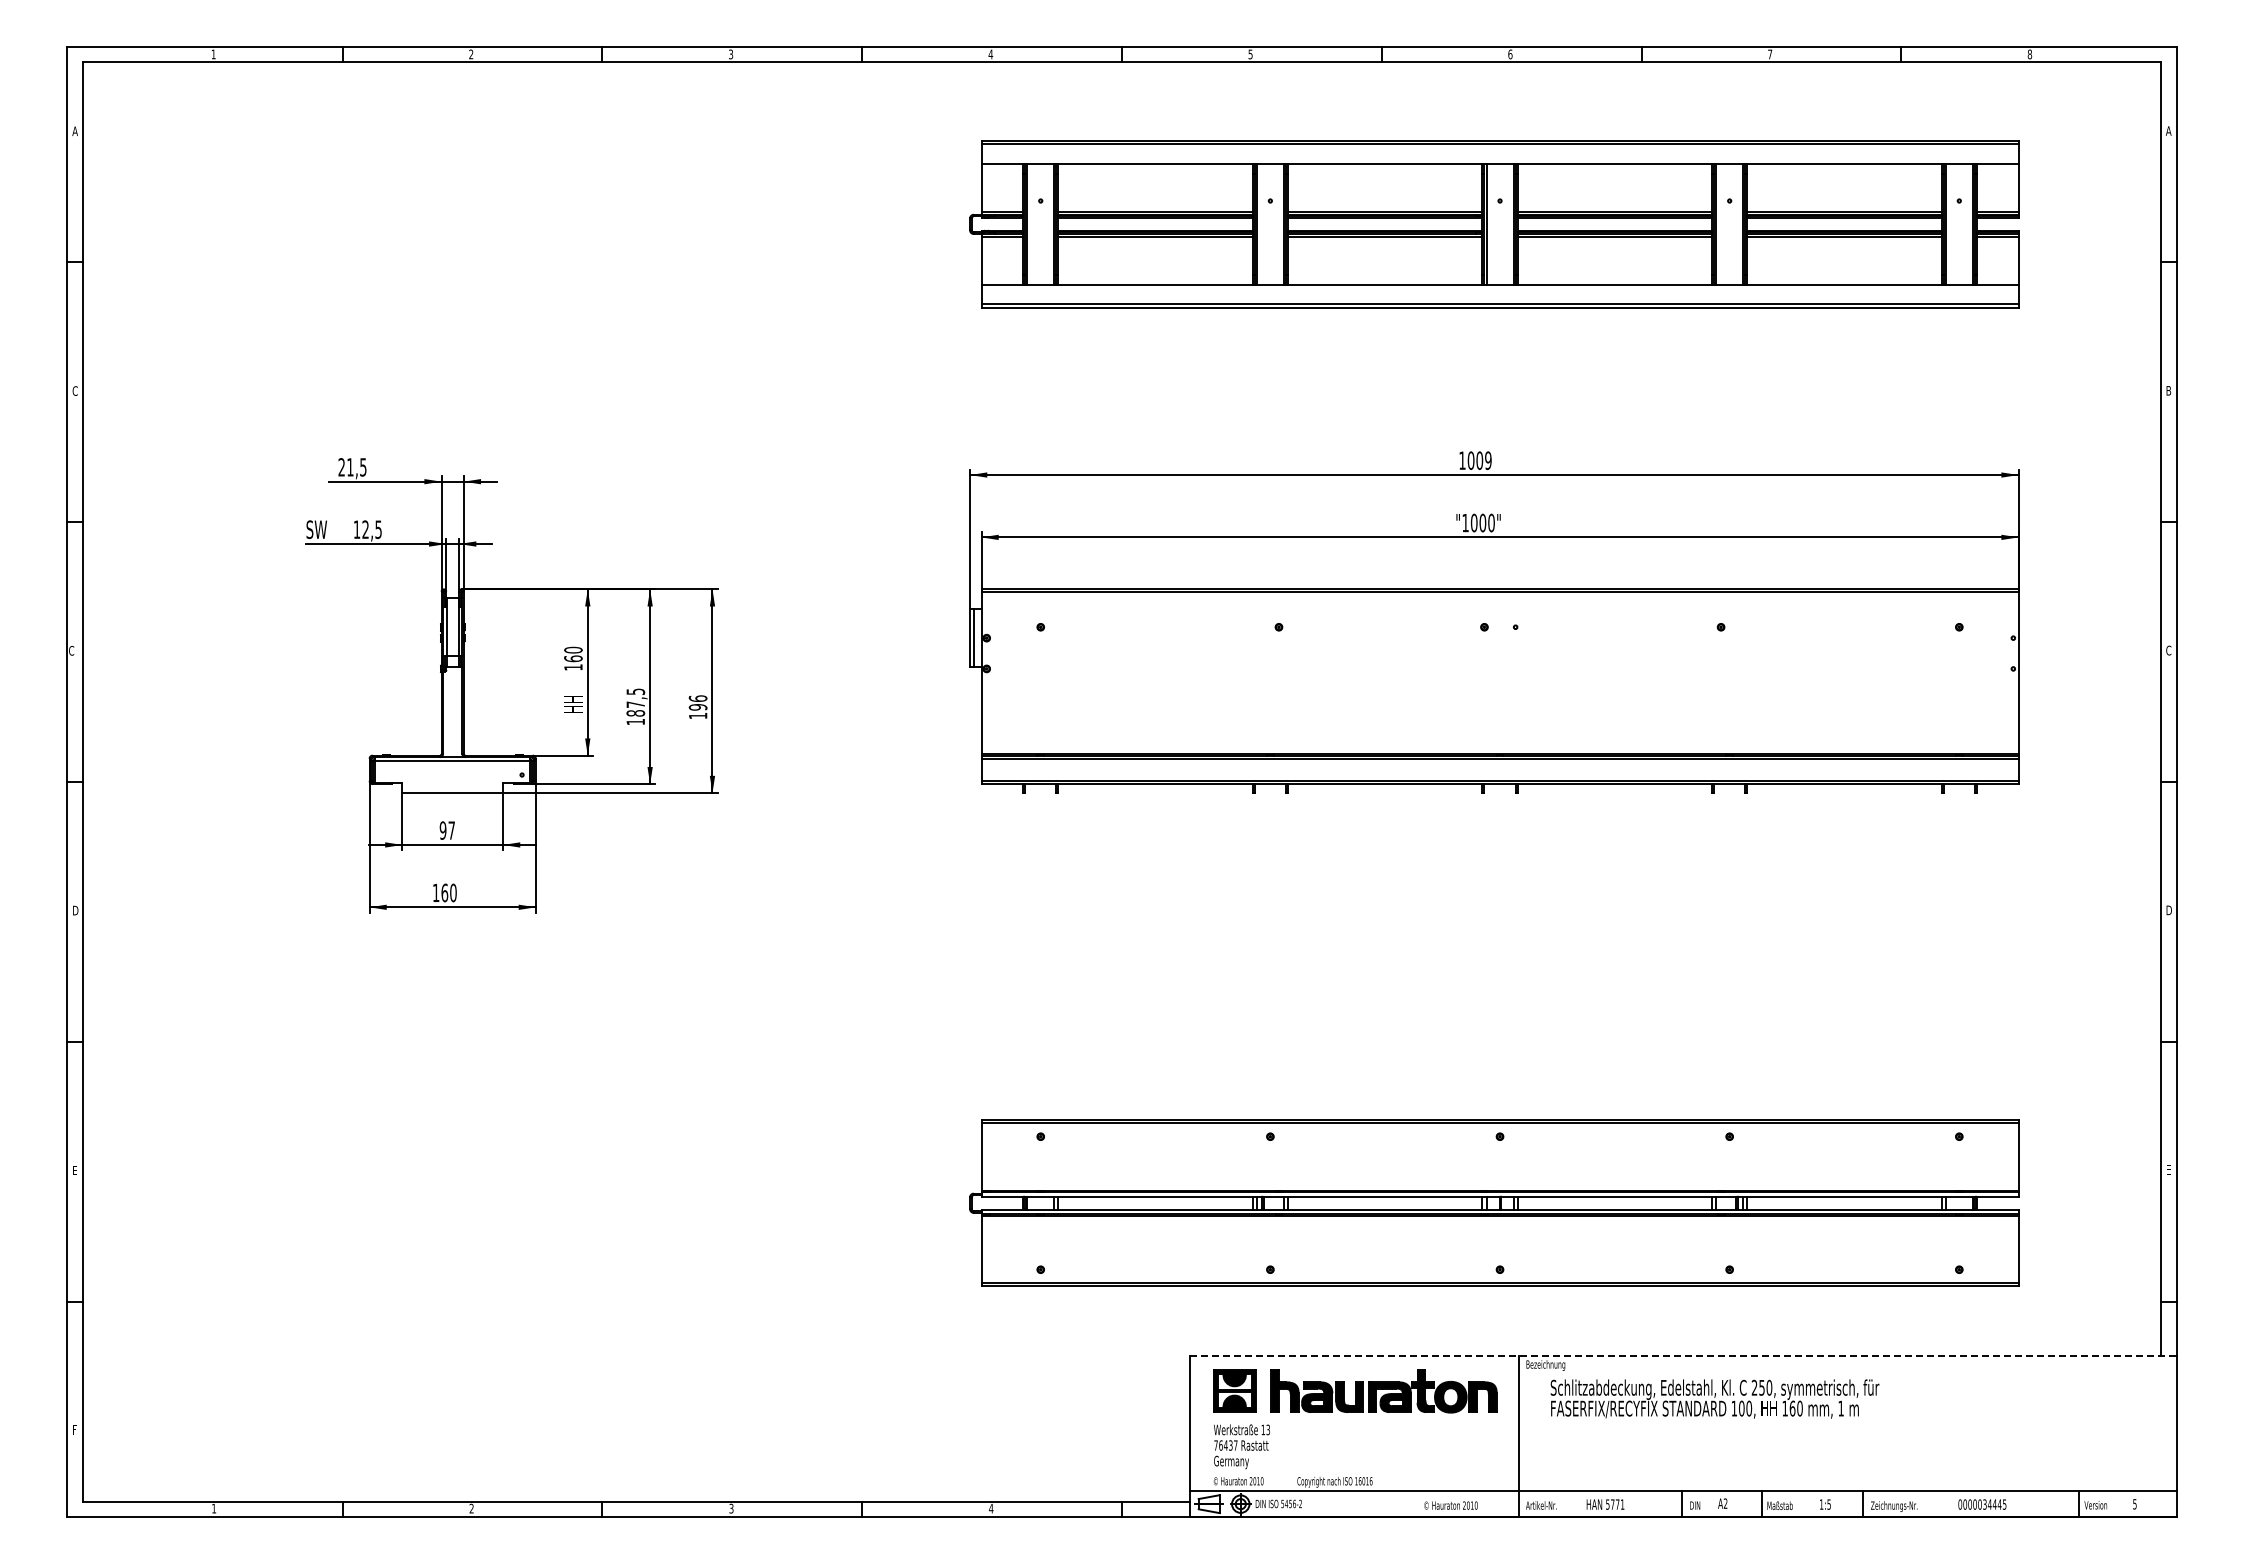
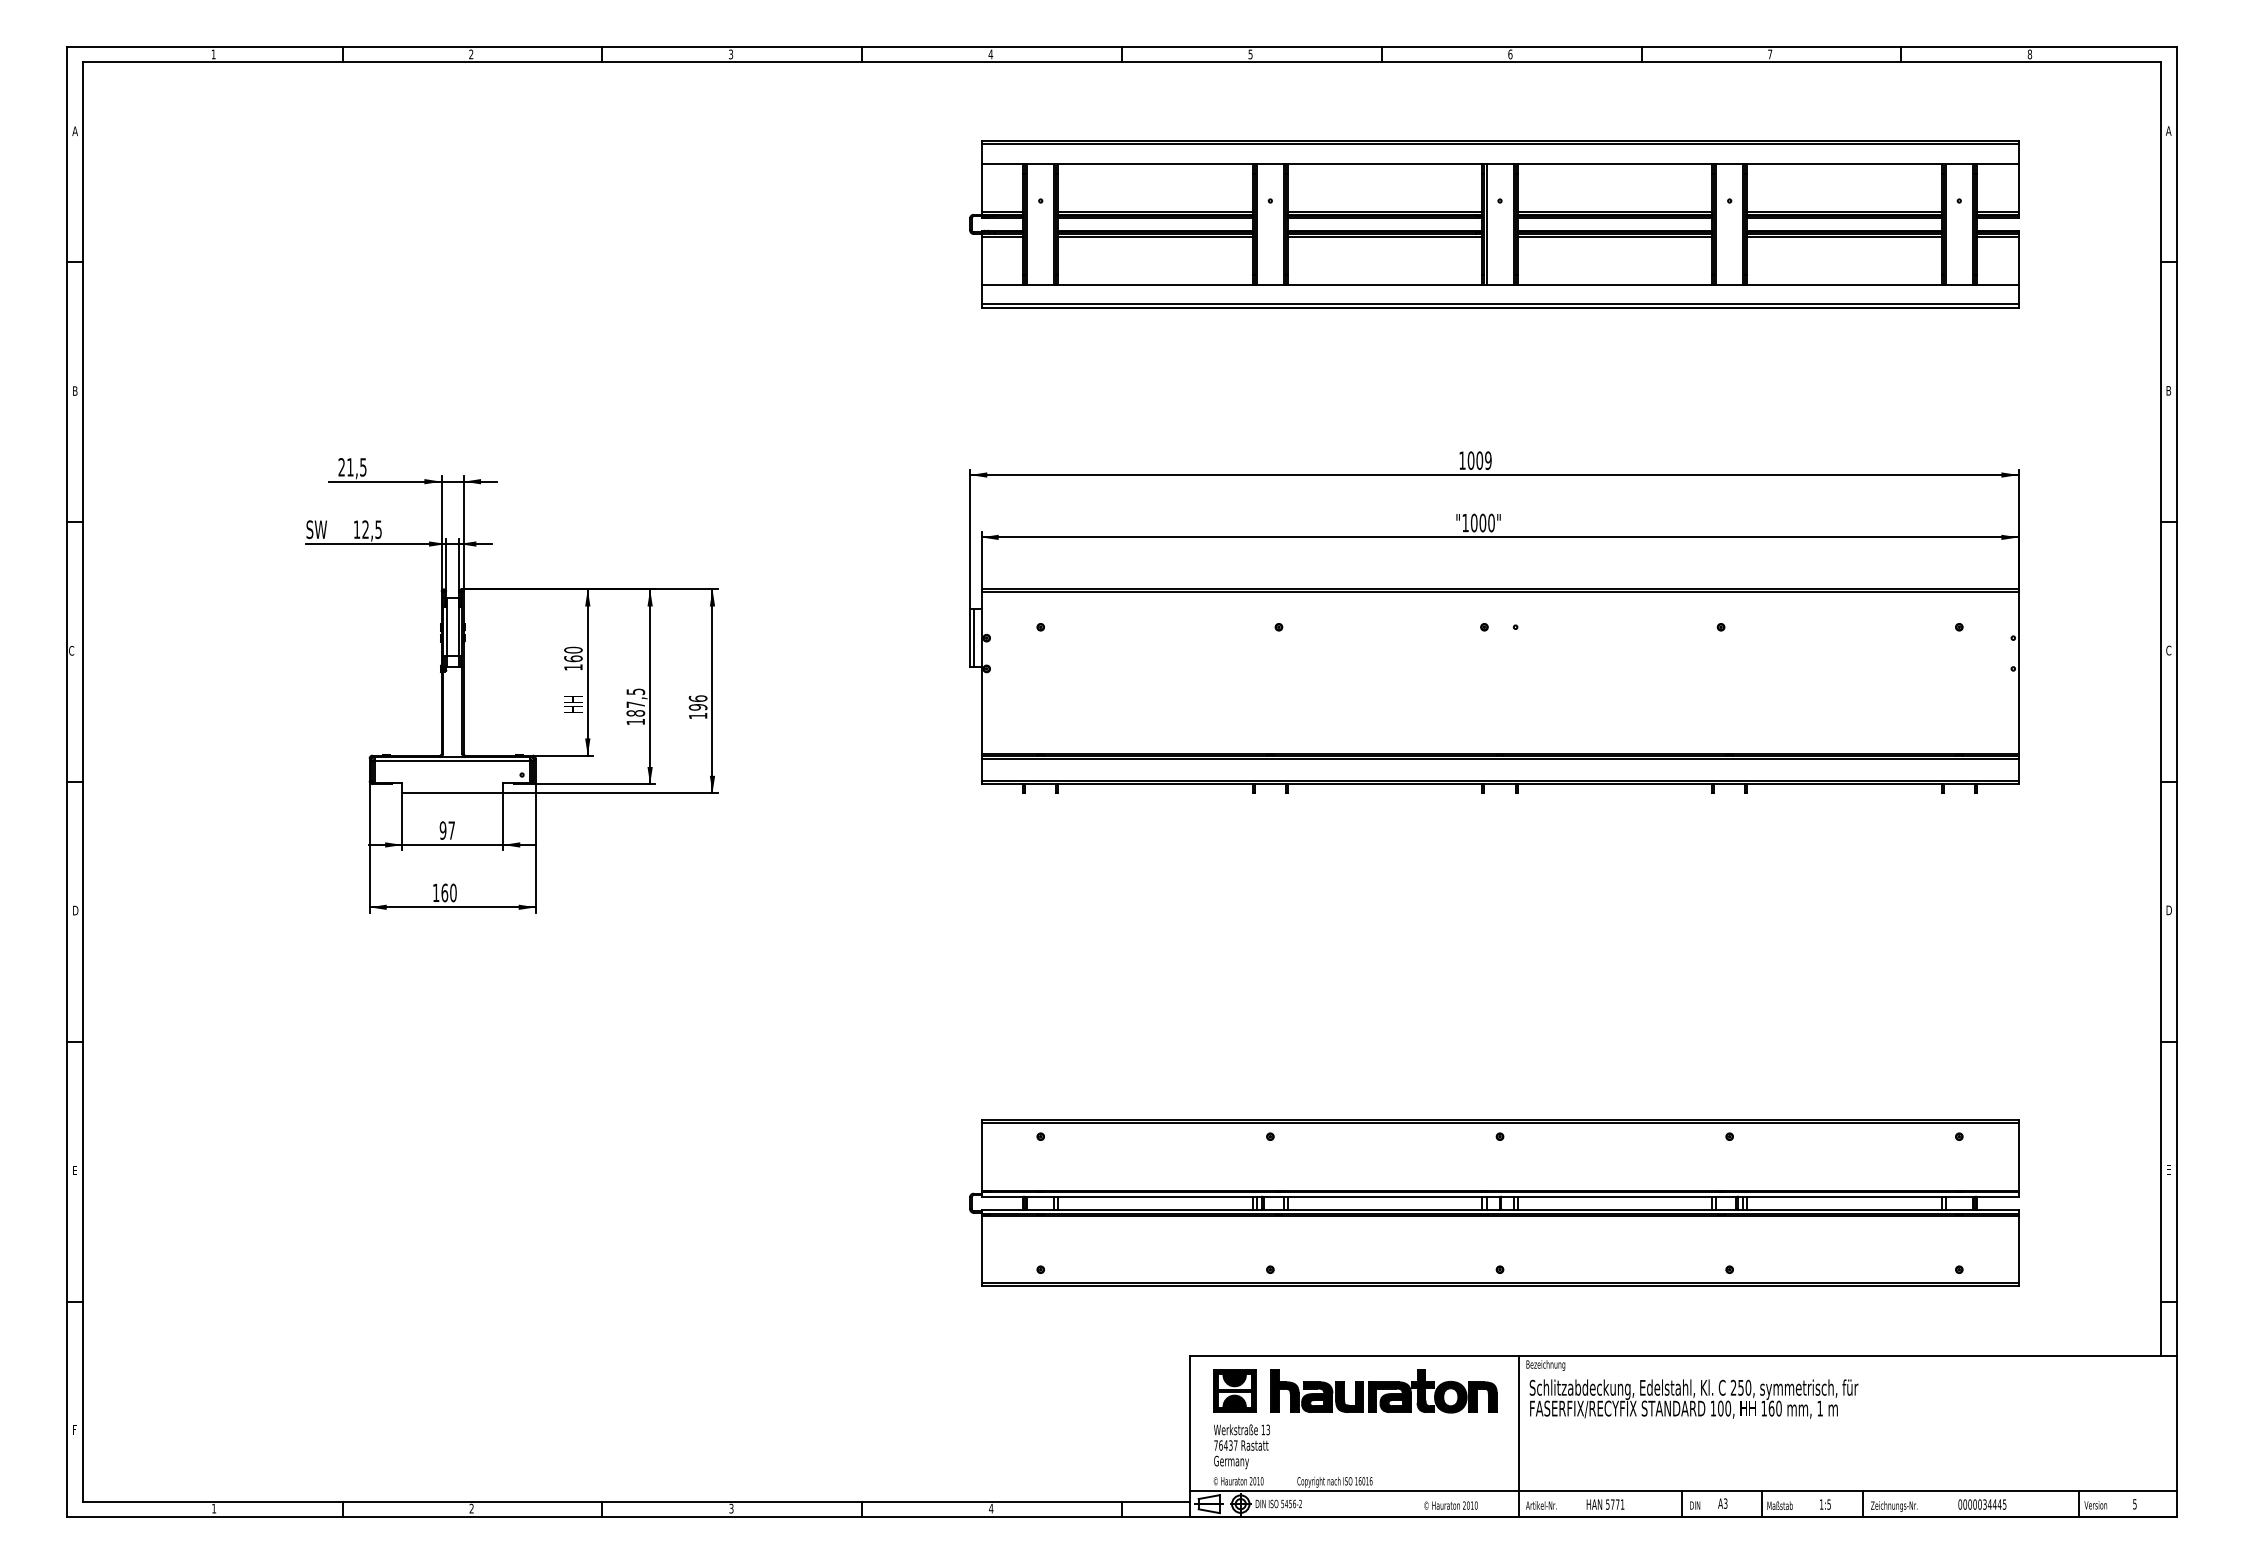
text at (74, 390): C -> B
line at (1683, 1356): dashed -> solid
text at (1714, 1398) position: (1714, 1398) -> (1693, 1398)
text at (1725, 1503): A2 -> A3
